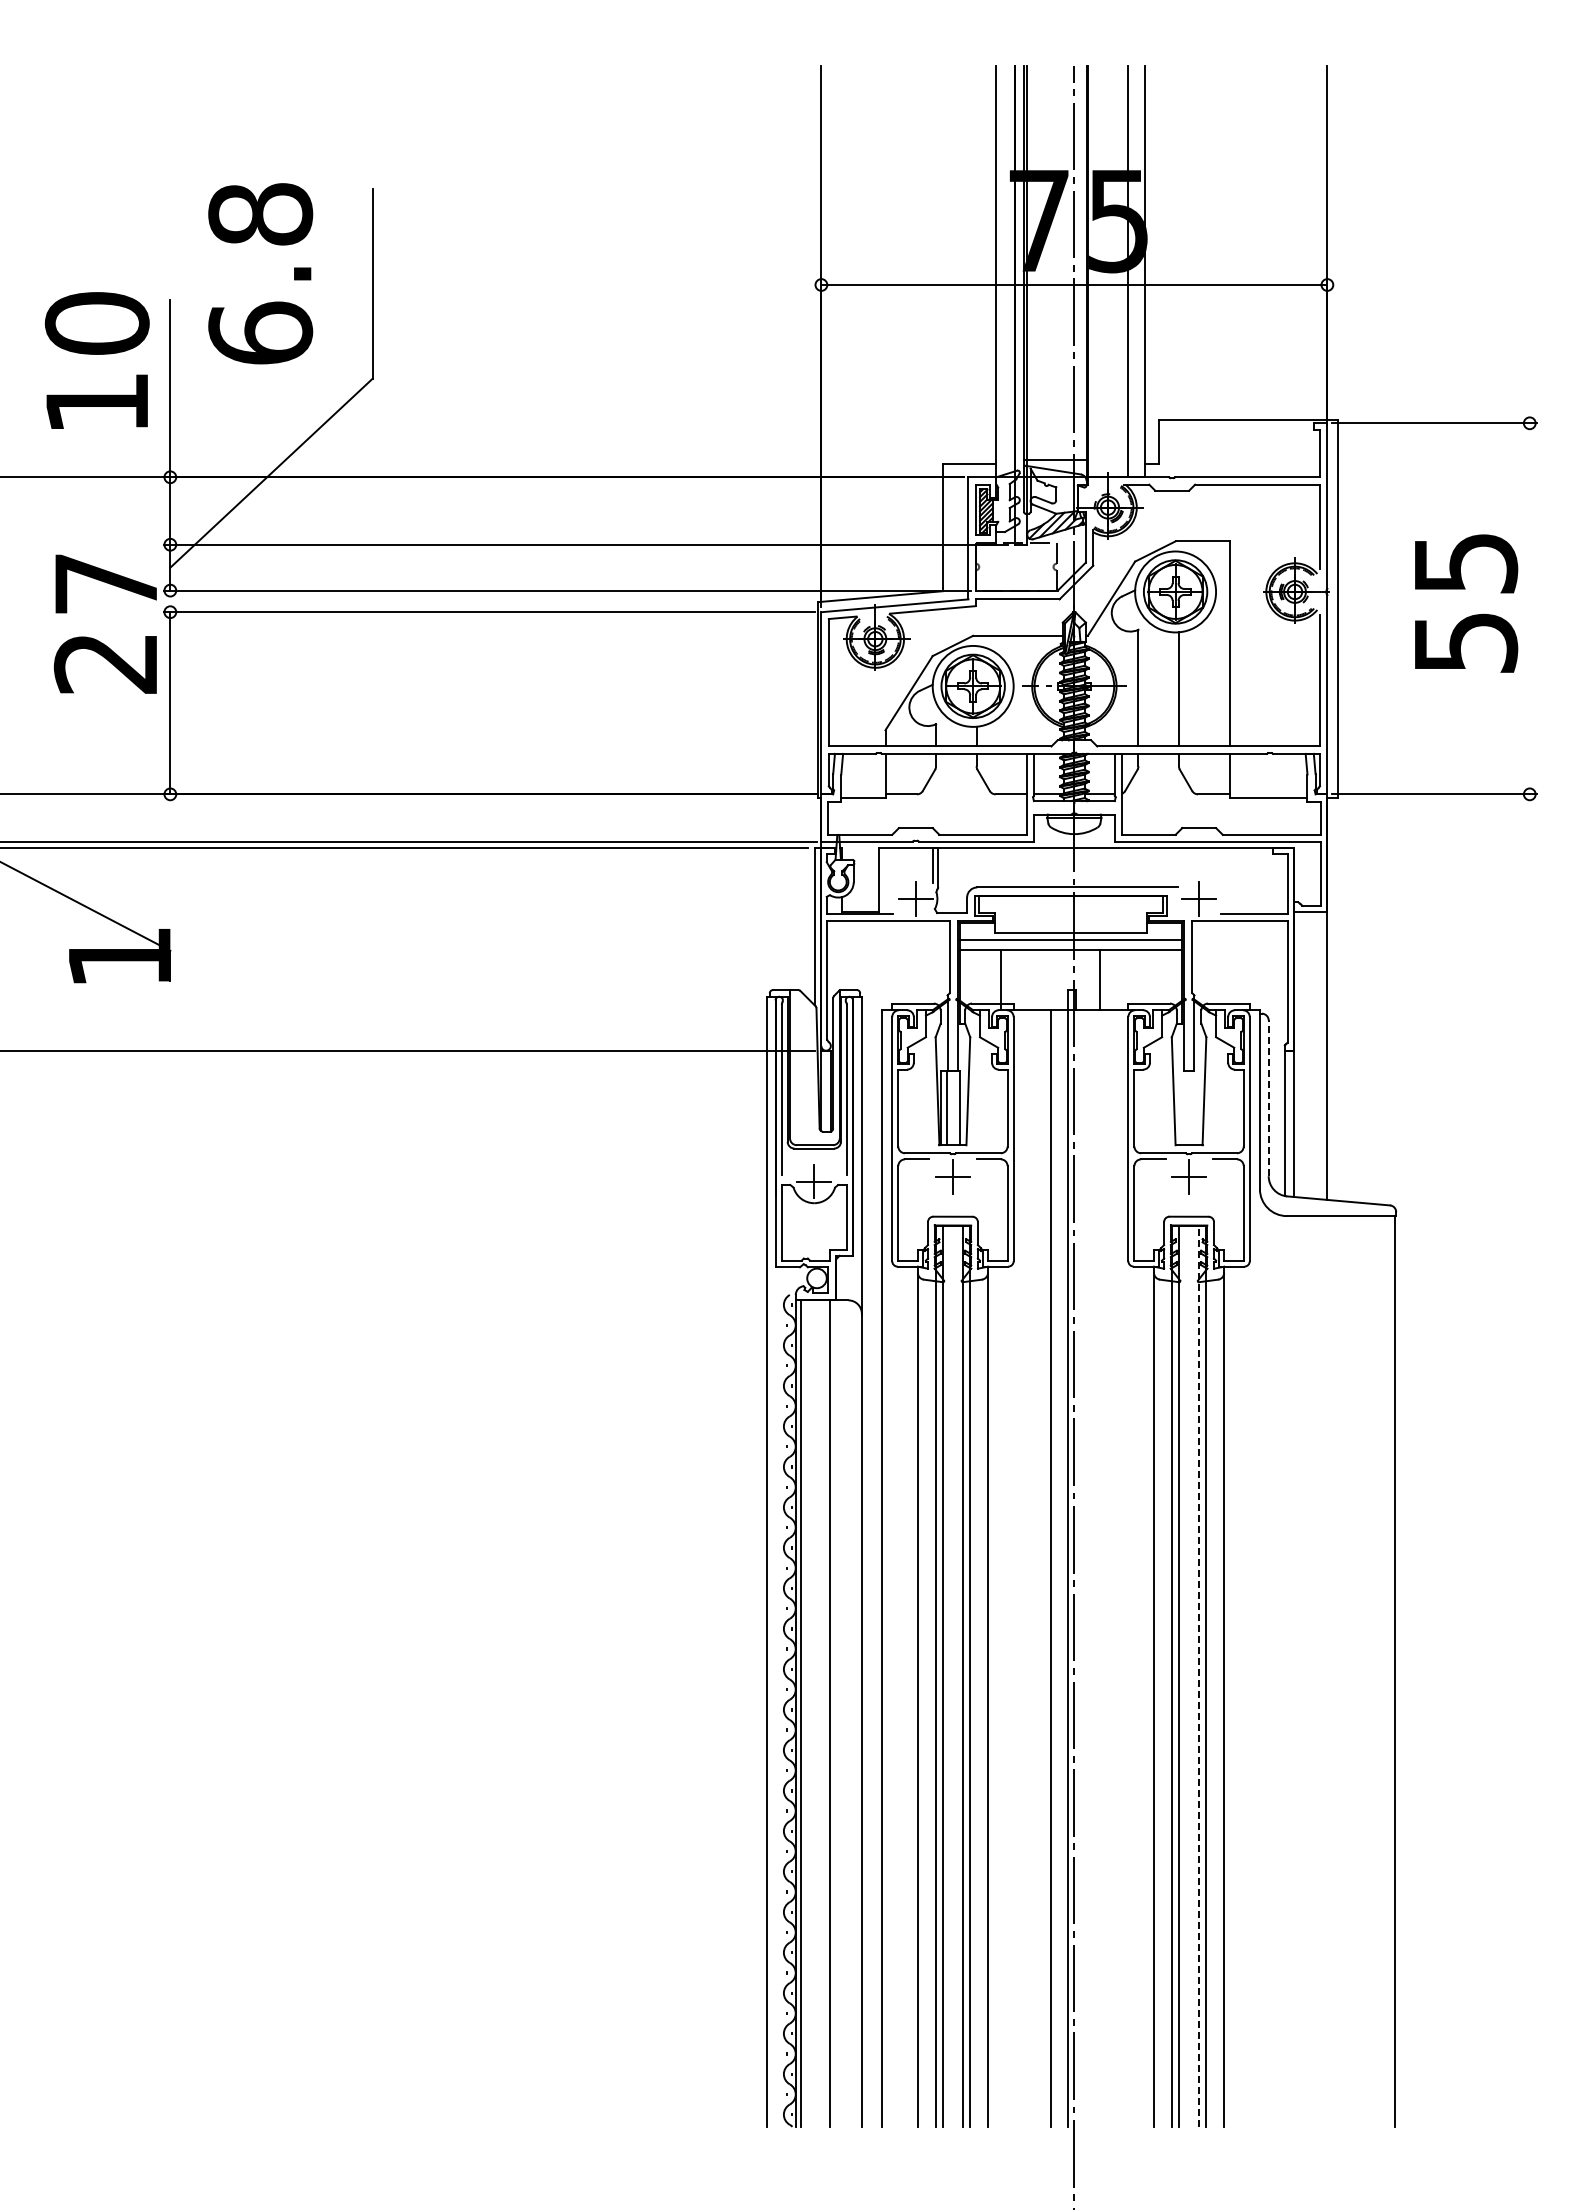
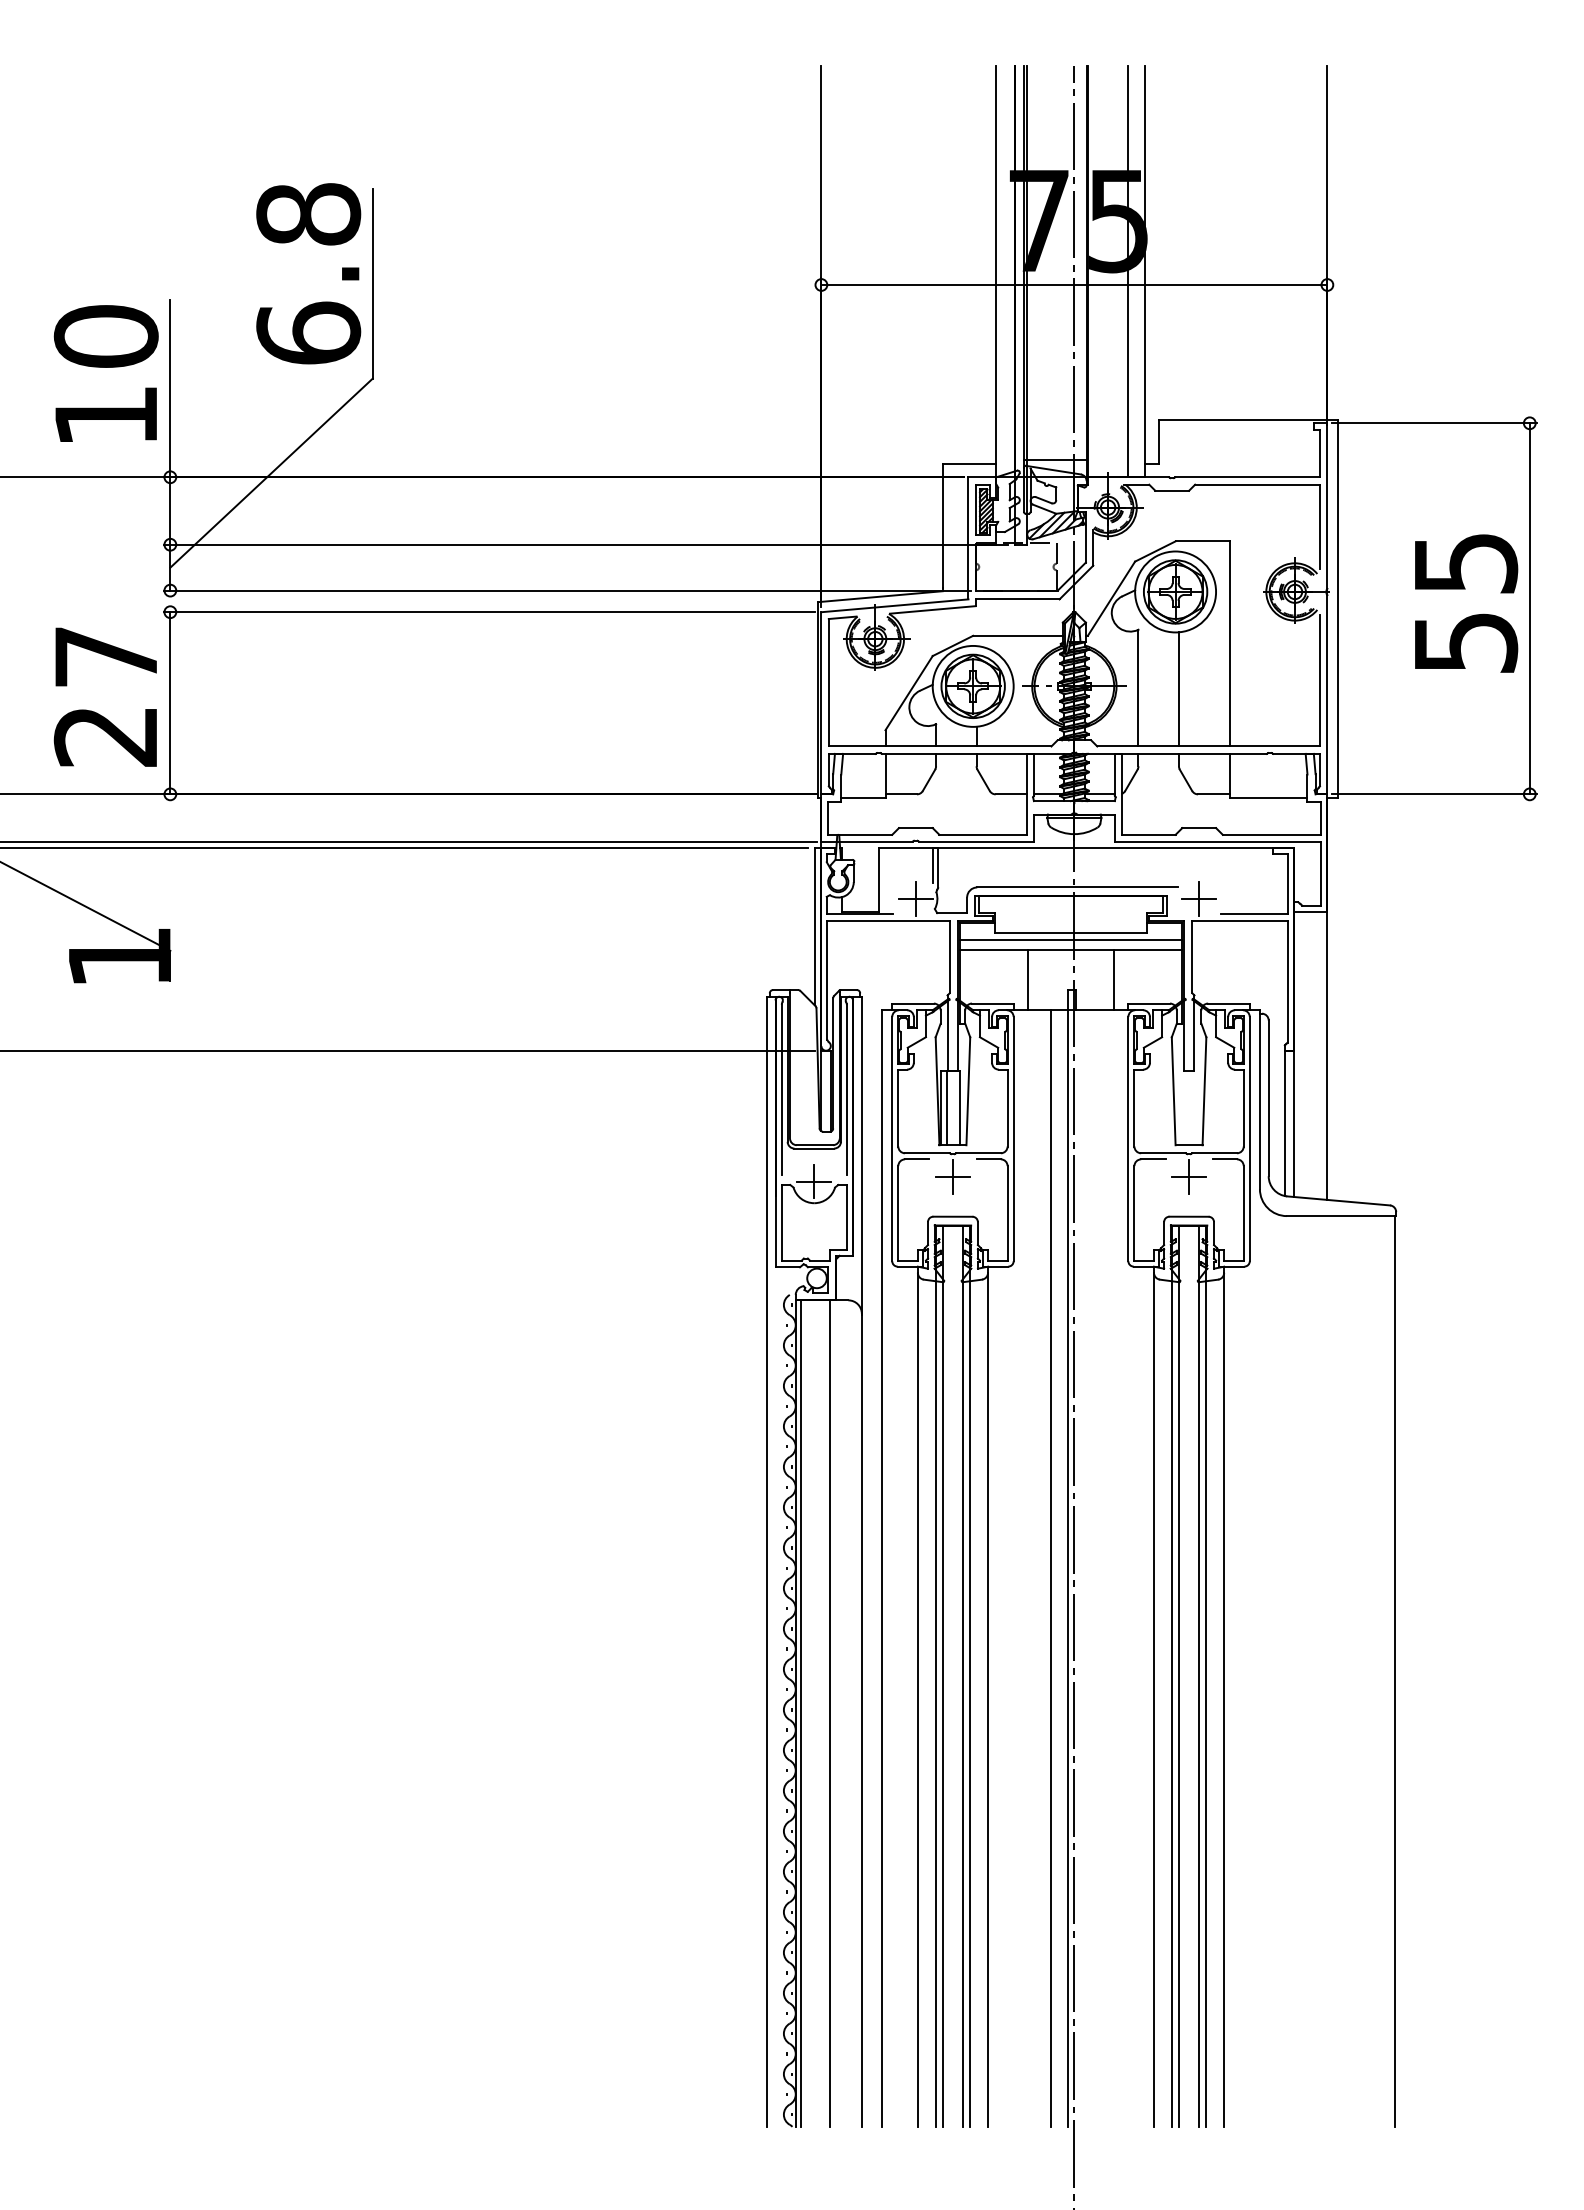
text at (260, 273) position: (260, 273) -> (308, 273)
text at (96, 360) position: (96, 360) -> (105, 373)
line at (1529, 608): none -> present
text at (104, 623) position: (104, 623) -> (104, 696)
line at (1000, 979) position: (1000, 979) -> (1027, 979)
line at (1100, 979) position: (1100, 979) -> (1114, 979)
line at (1268, 1098): dashed -> solid
line at (1199, 1675): dashed -> solid
